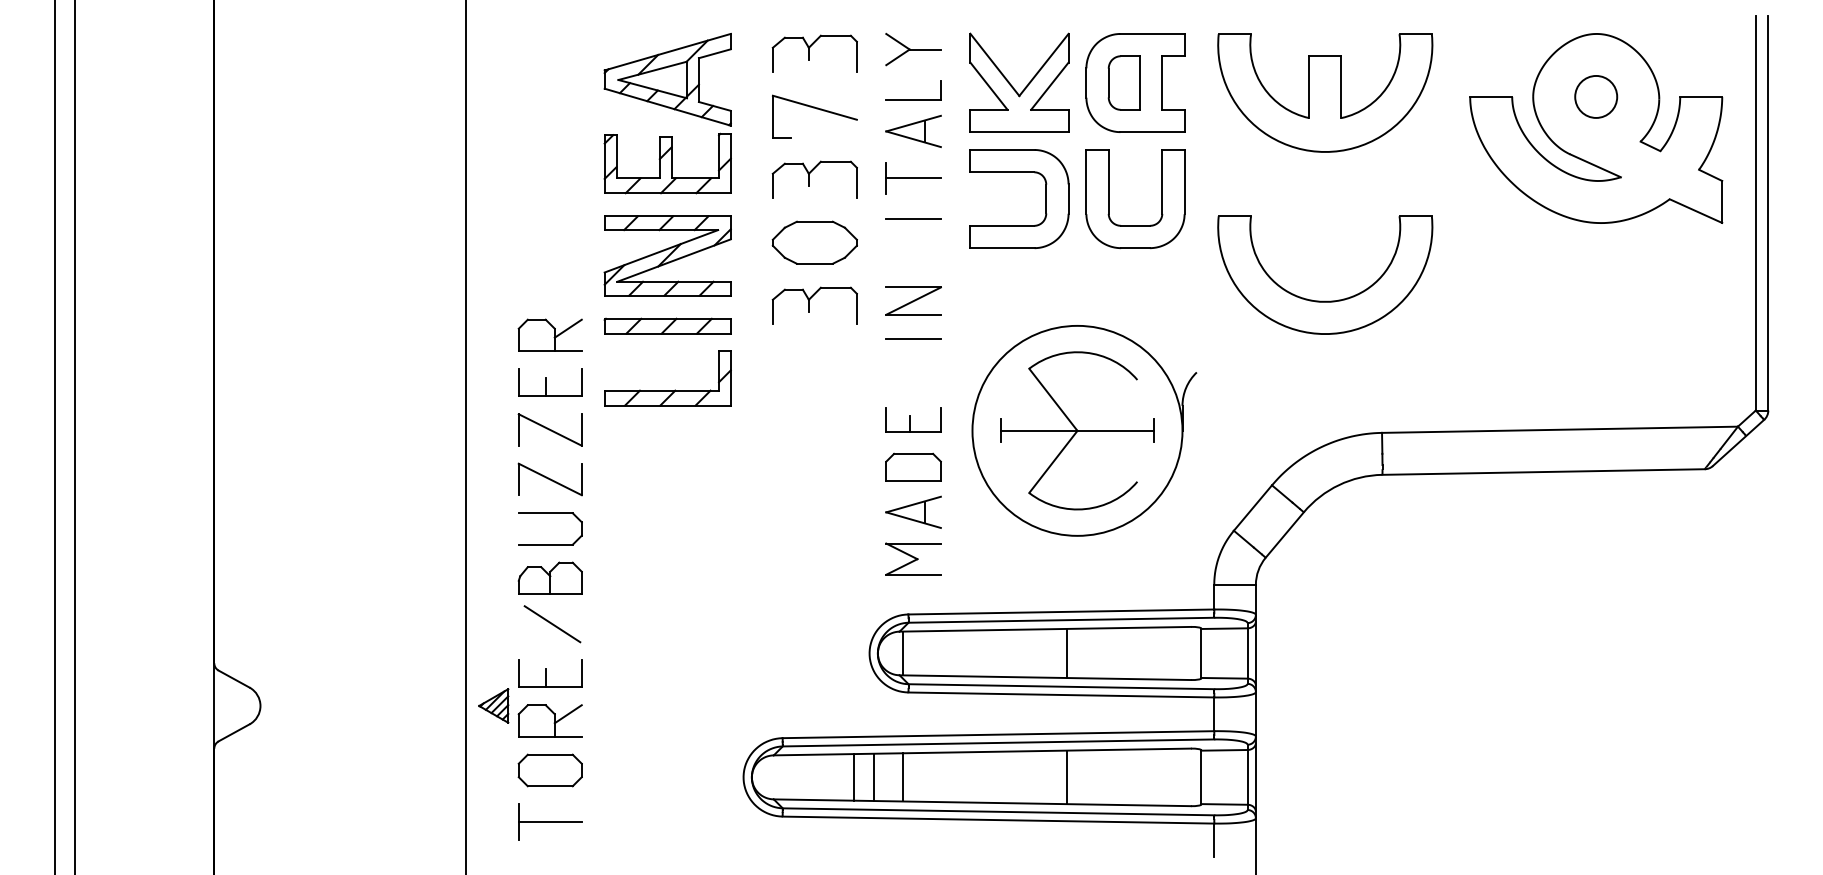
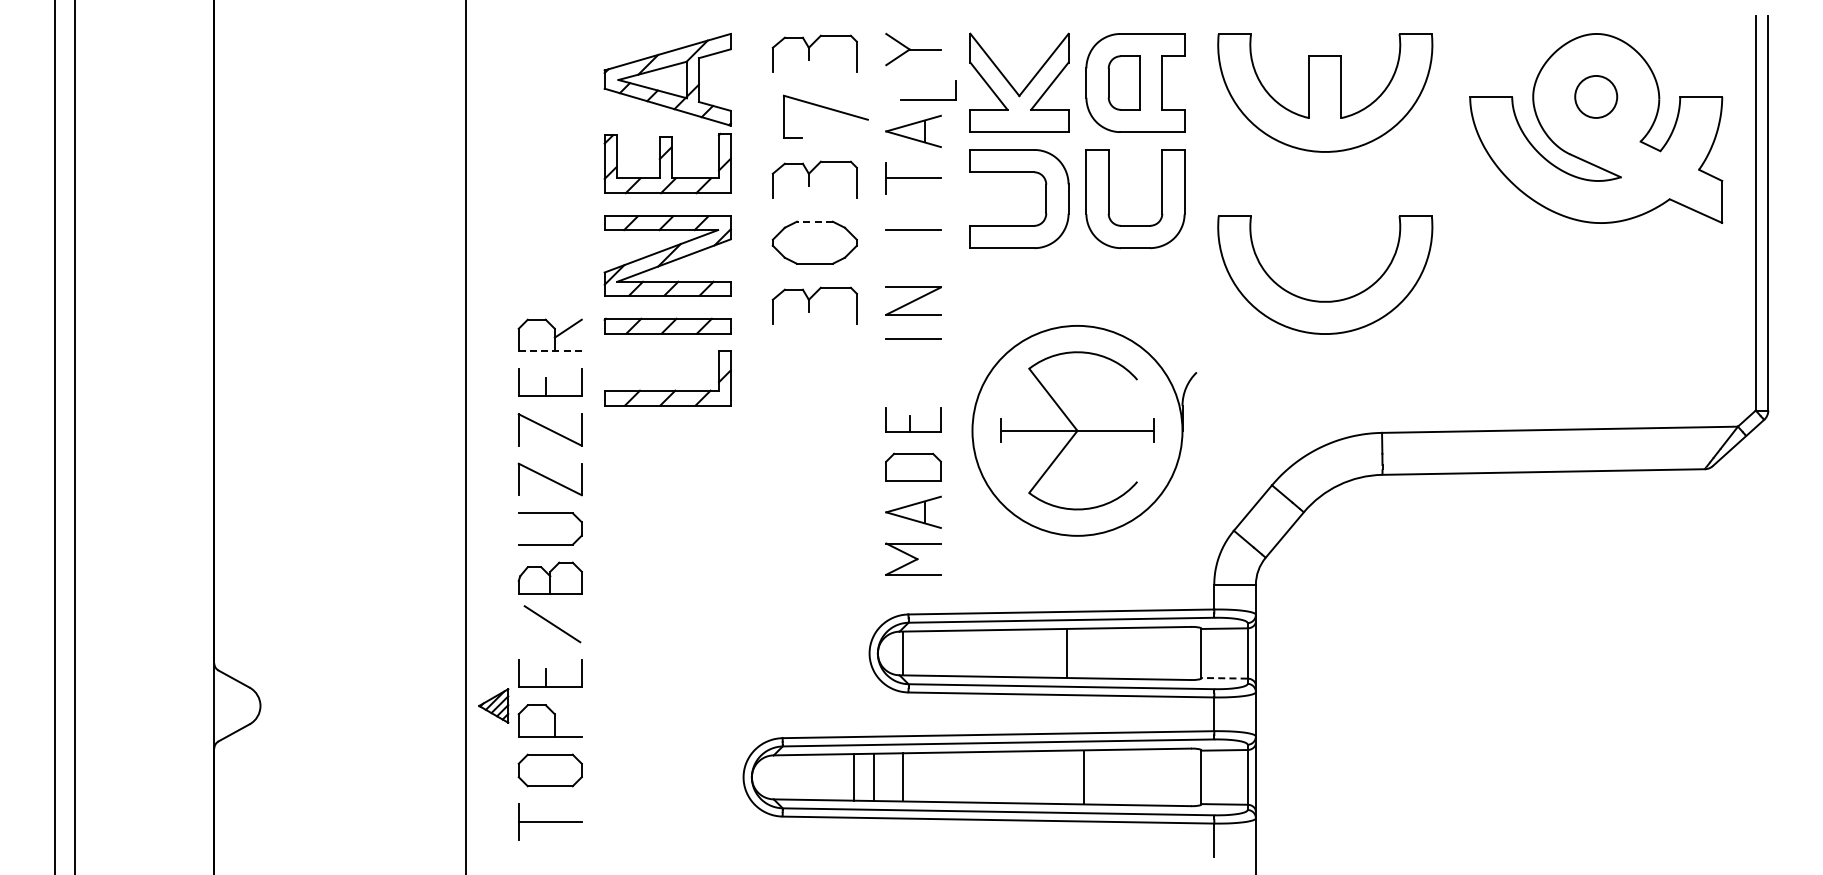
part at (913, 99) position: (913, 99) -> (928, 99)
part at (816, 109) position: (816, 109) -> (827, 109)
line at (913, 218) position: (913, 218) -> (913, 229)
line at (814, 221): solid -> dashed
line at (550, 351): solid -> dashed
line at (1223, 678): solid -> dashed
line at (567, 714): present -> none
line at (1066, 777) position: (1066, 777) -> (1083, 777)
